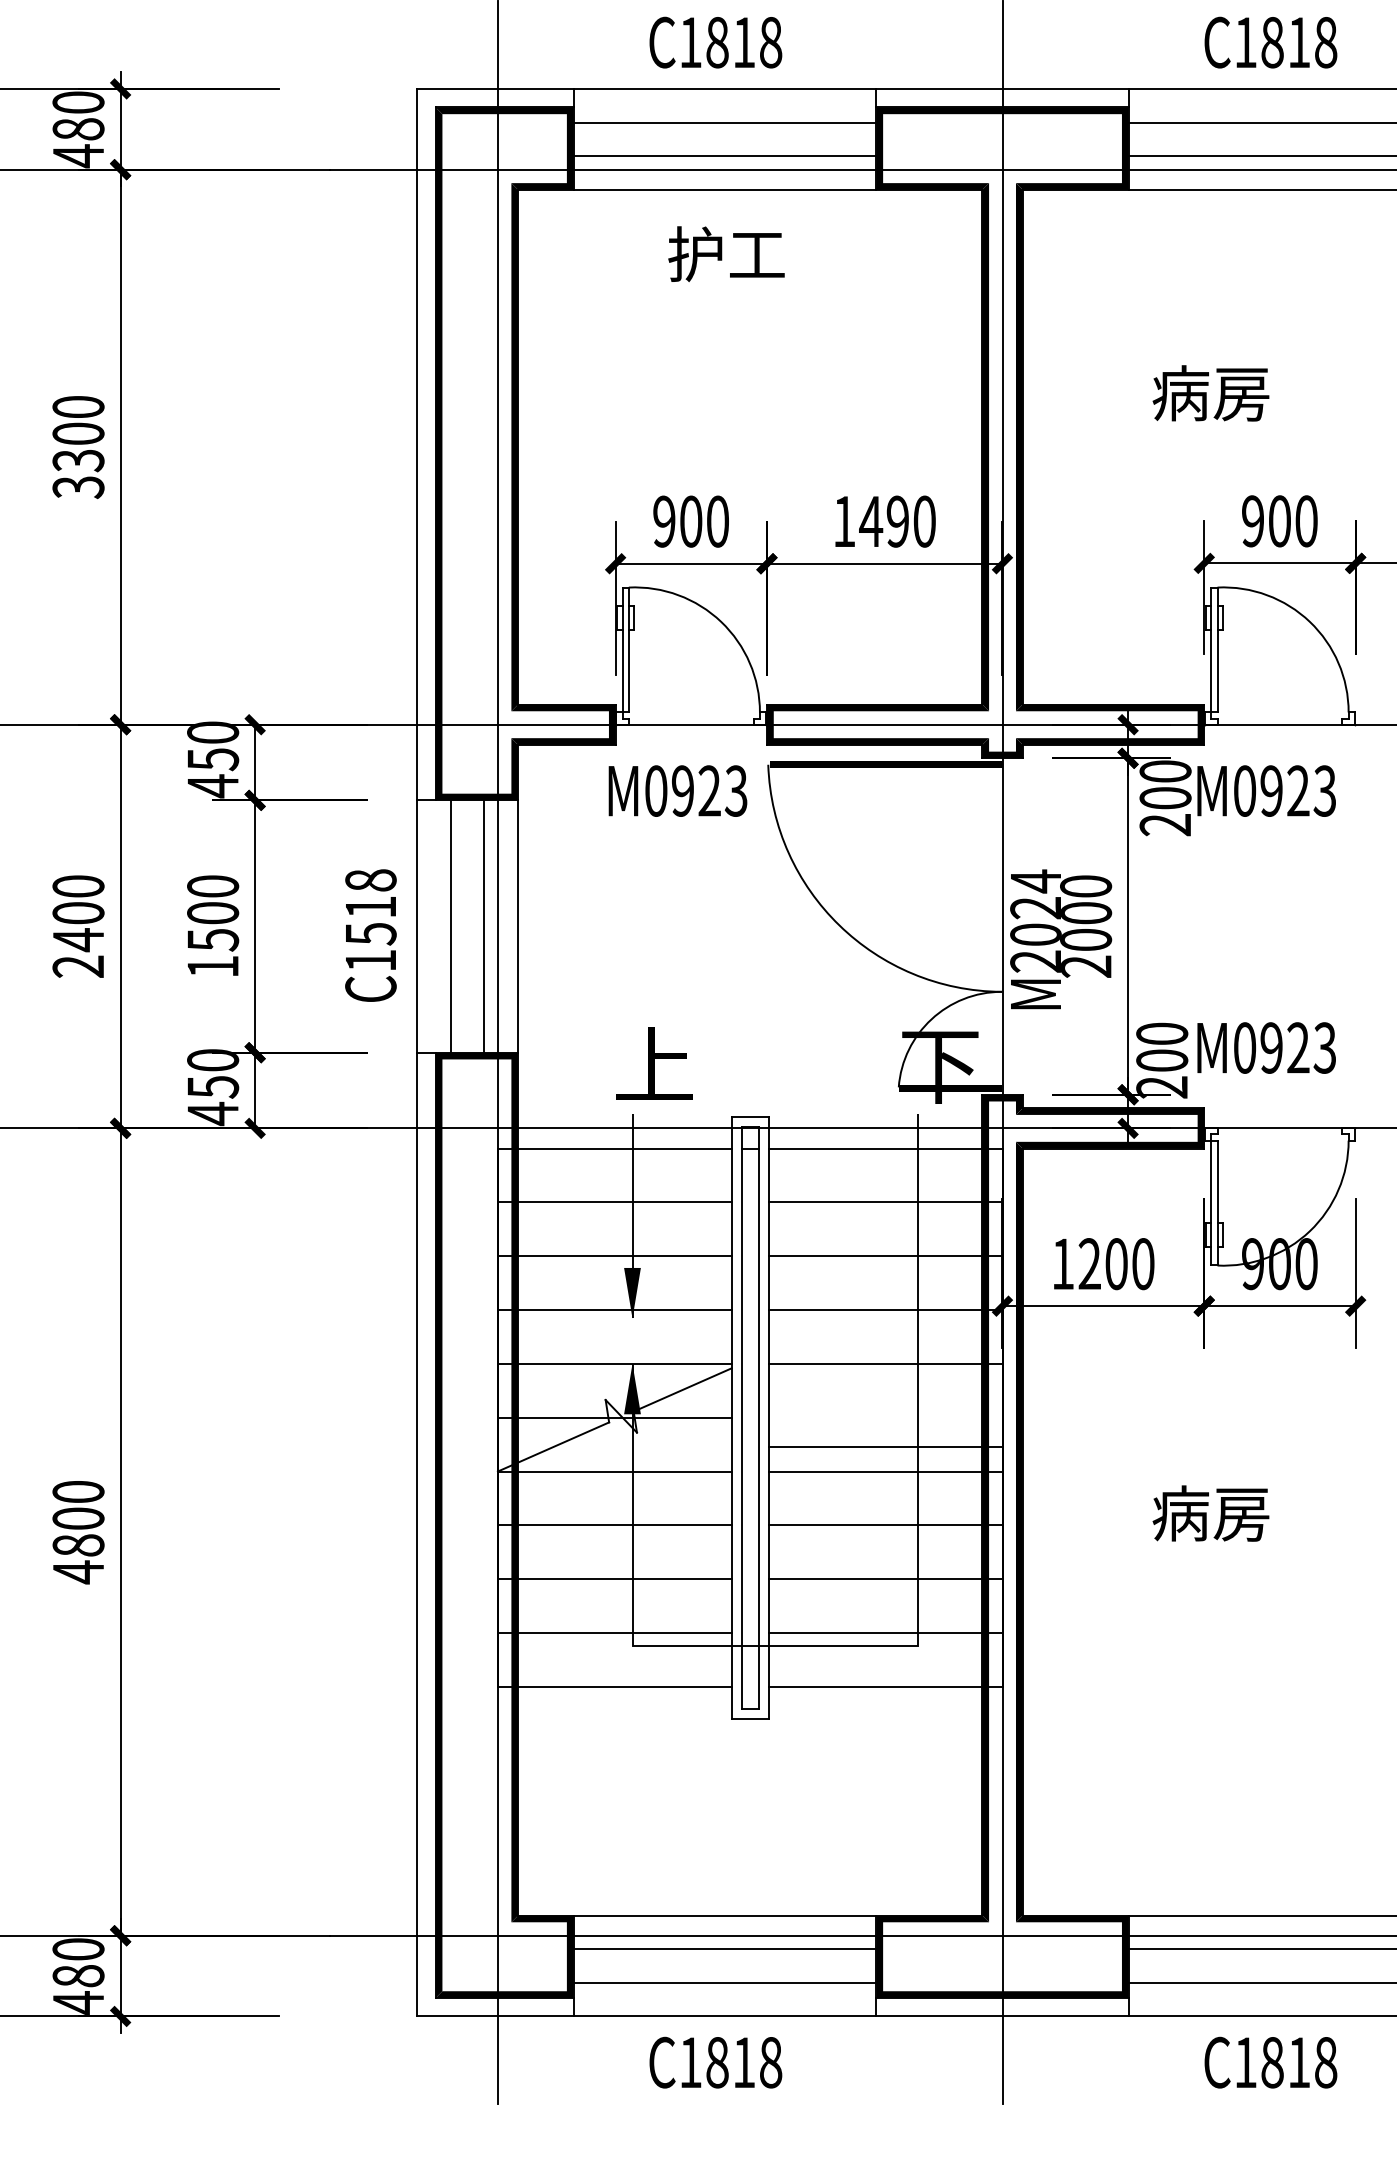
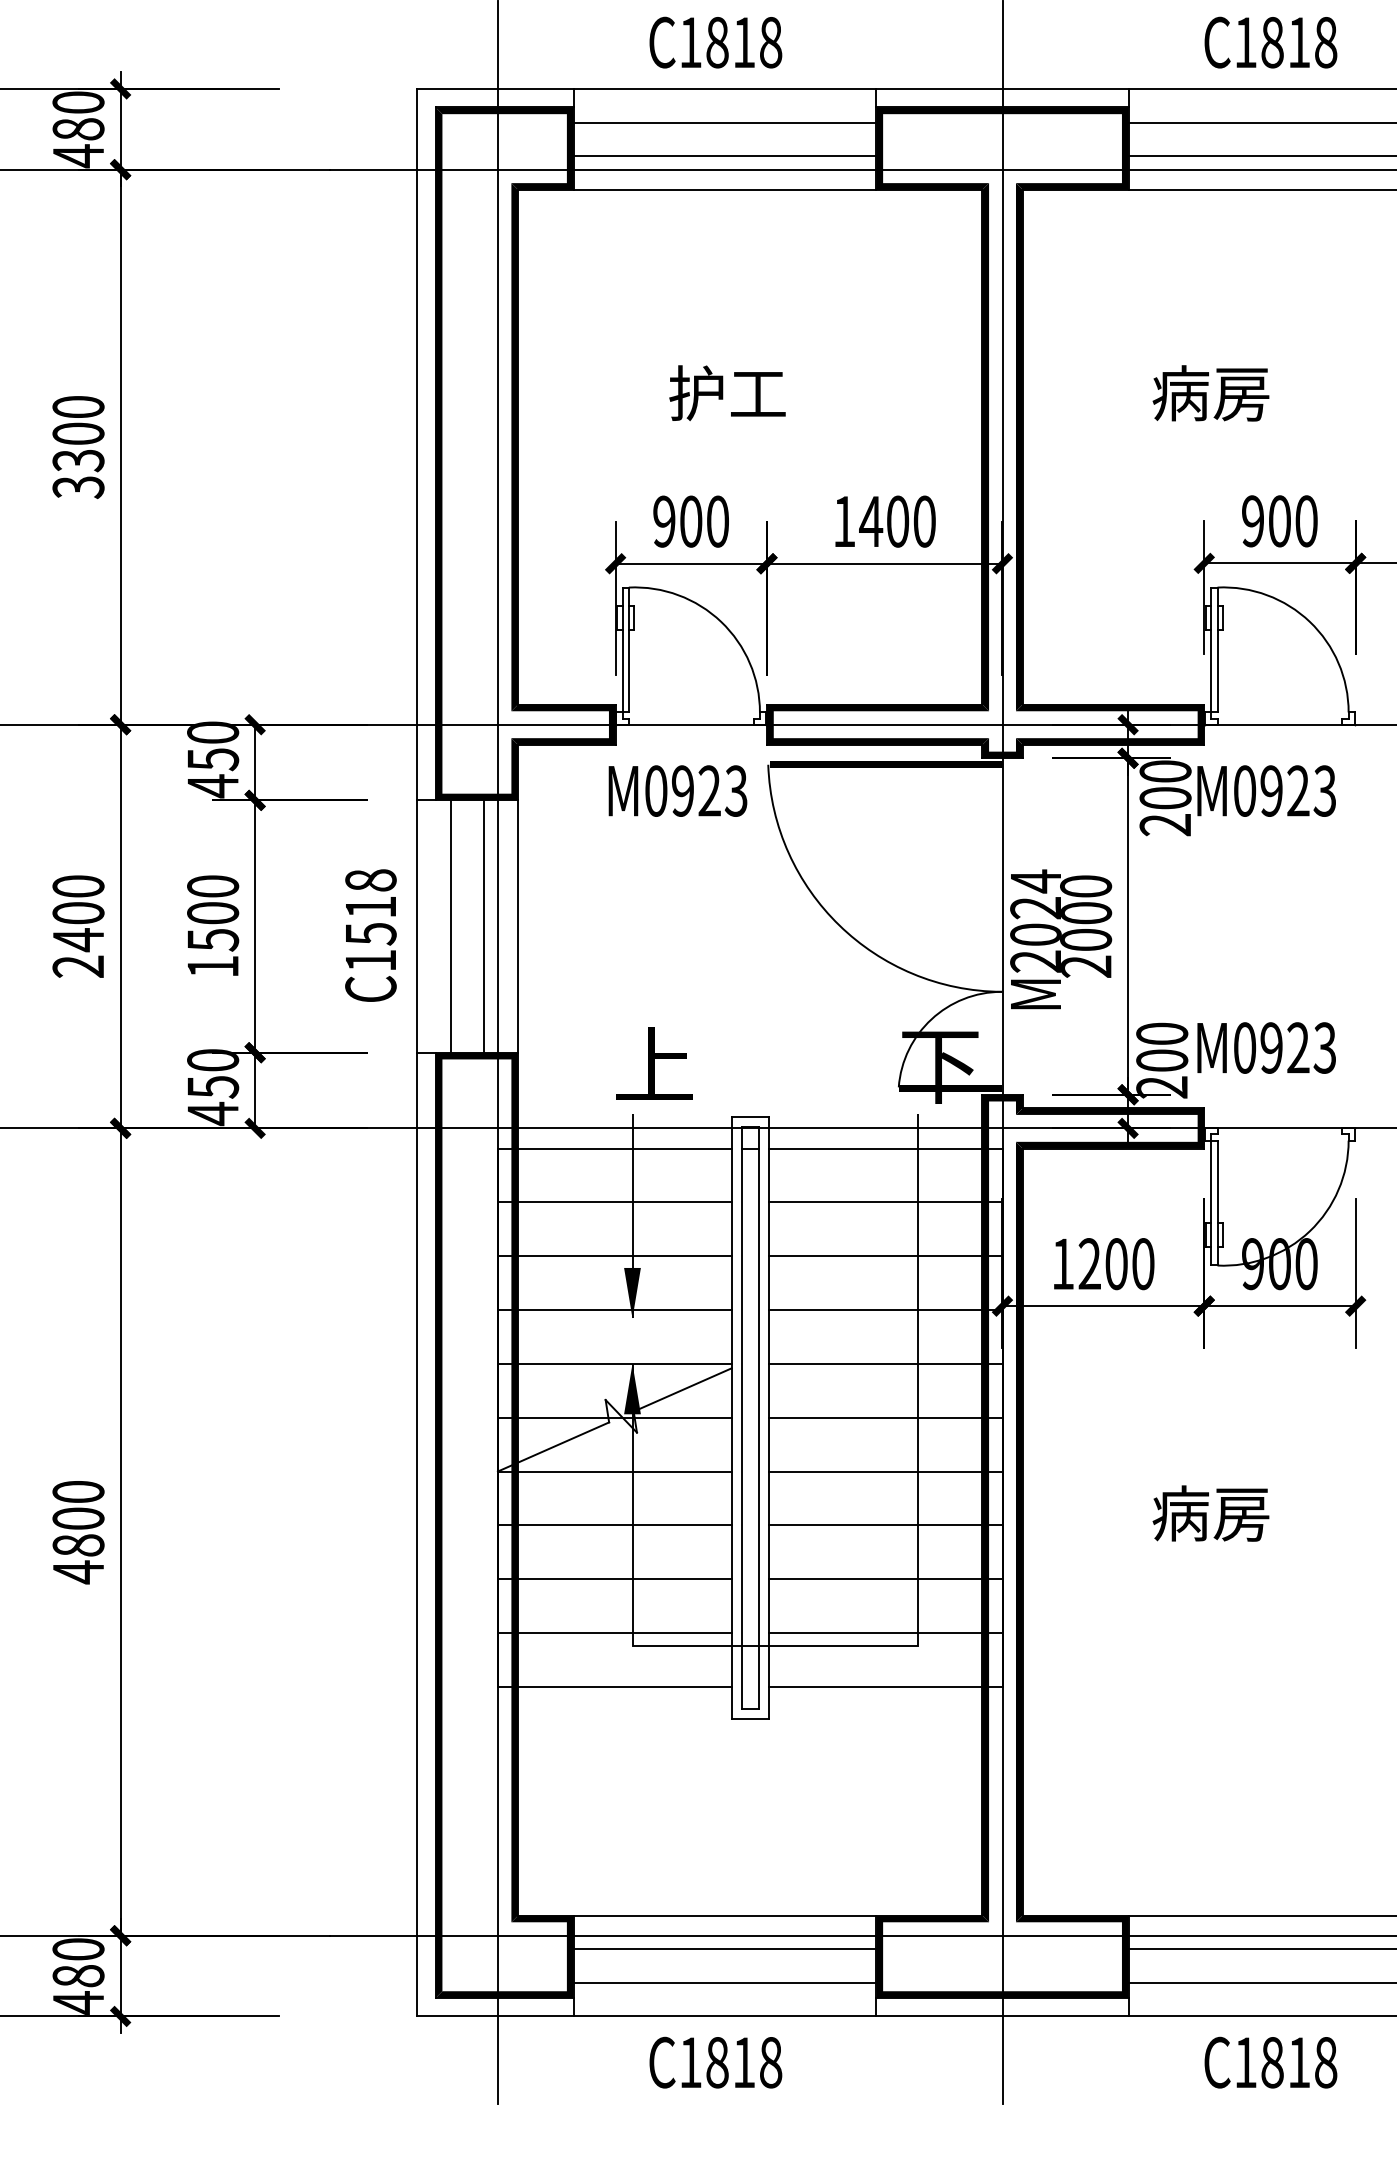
text at (726, 254) position: (726, 254) -> (727, 393)
text at (897, 521): 1490 -> 1400
line at (885, 1446) position: (885, 1446) -> (885, 1417)
